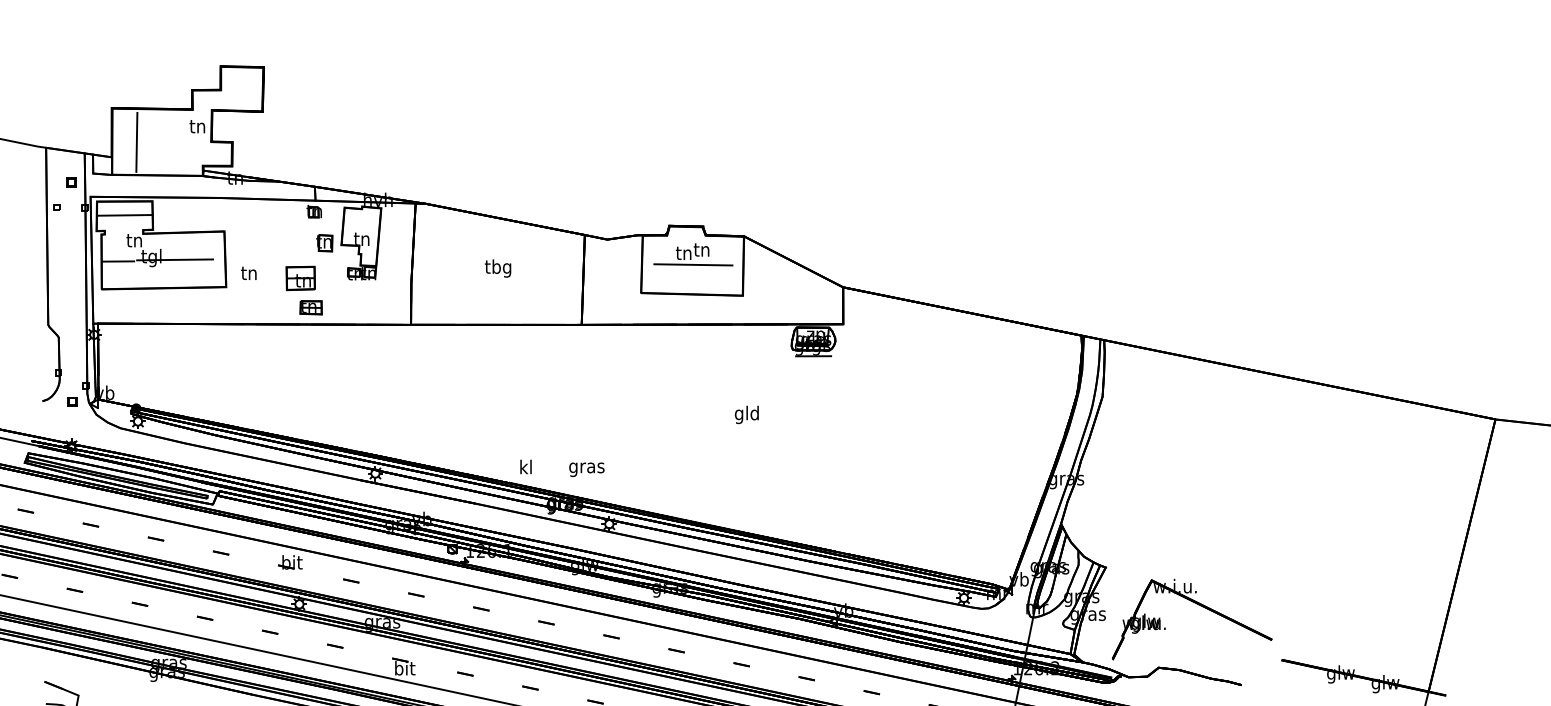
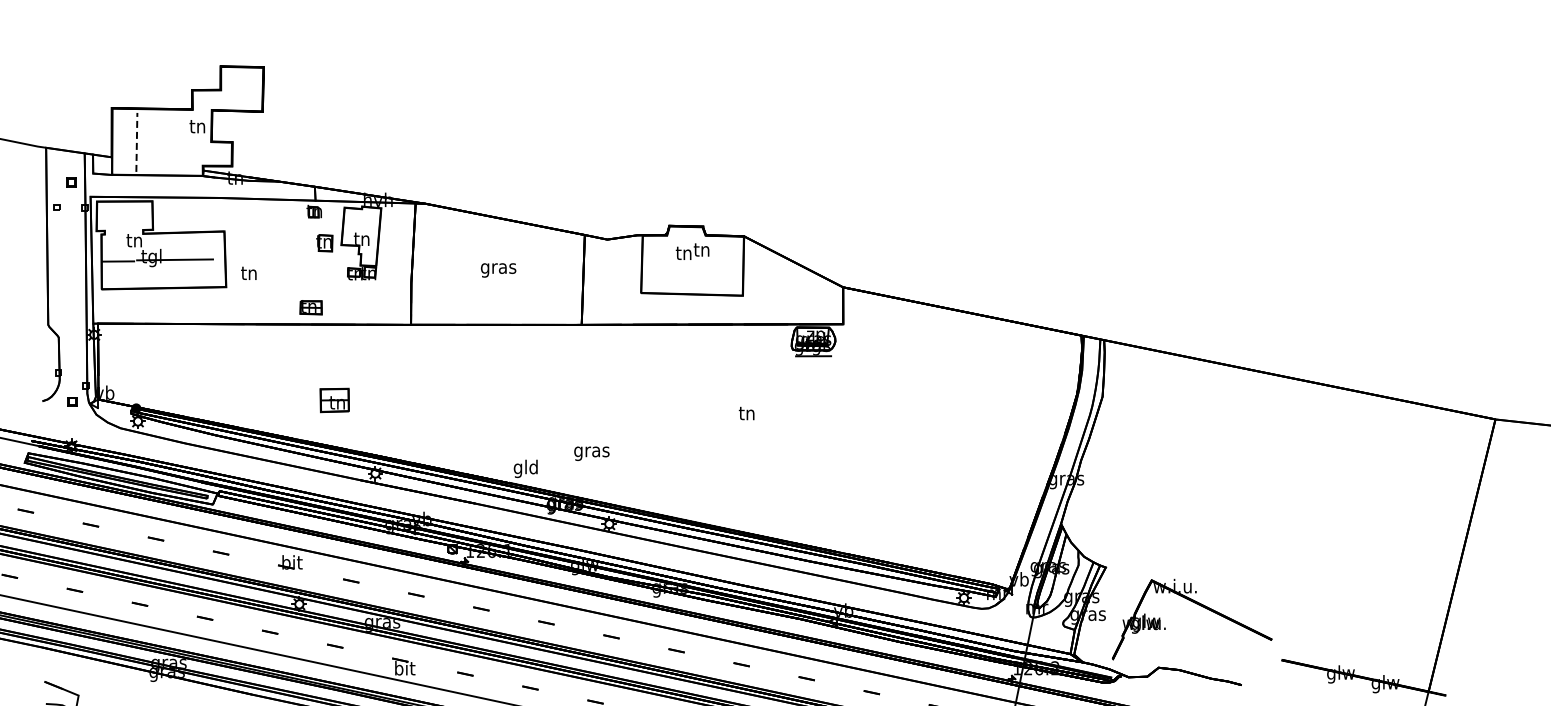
line at (136, 141): solid -> dashed
line at (125, 215): present -> none
line at (693, 264): present -> none
text at (498, 268): tbg -> gras
part at (300, 278) position: (300, 278) -> (334, 400)
text at (746, 414): gld -> tn
text at (525, 468): kl -> gld
text at (586, 469) position: (586, 469) -> (591, 453)
